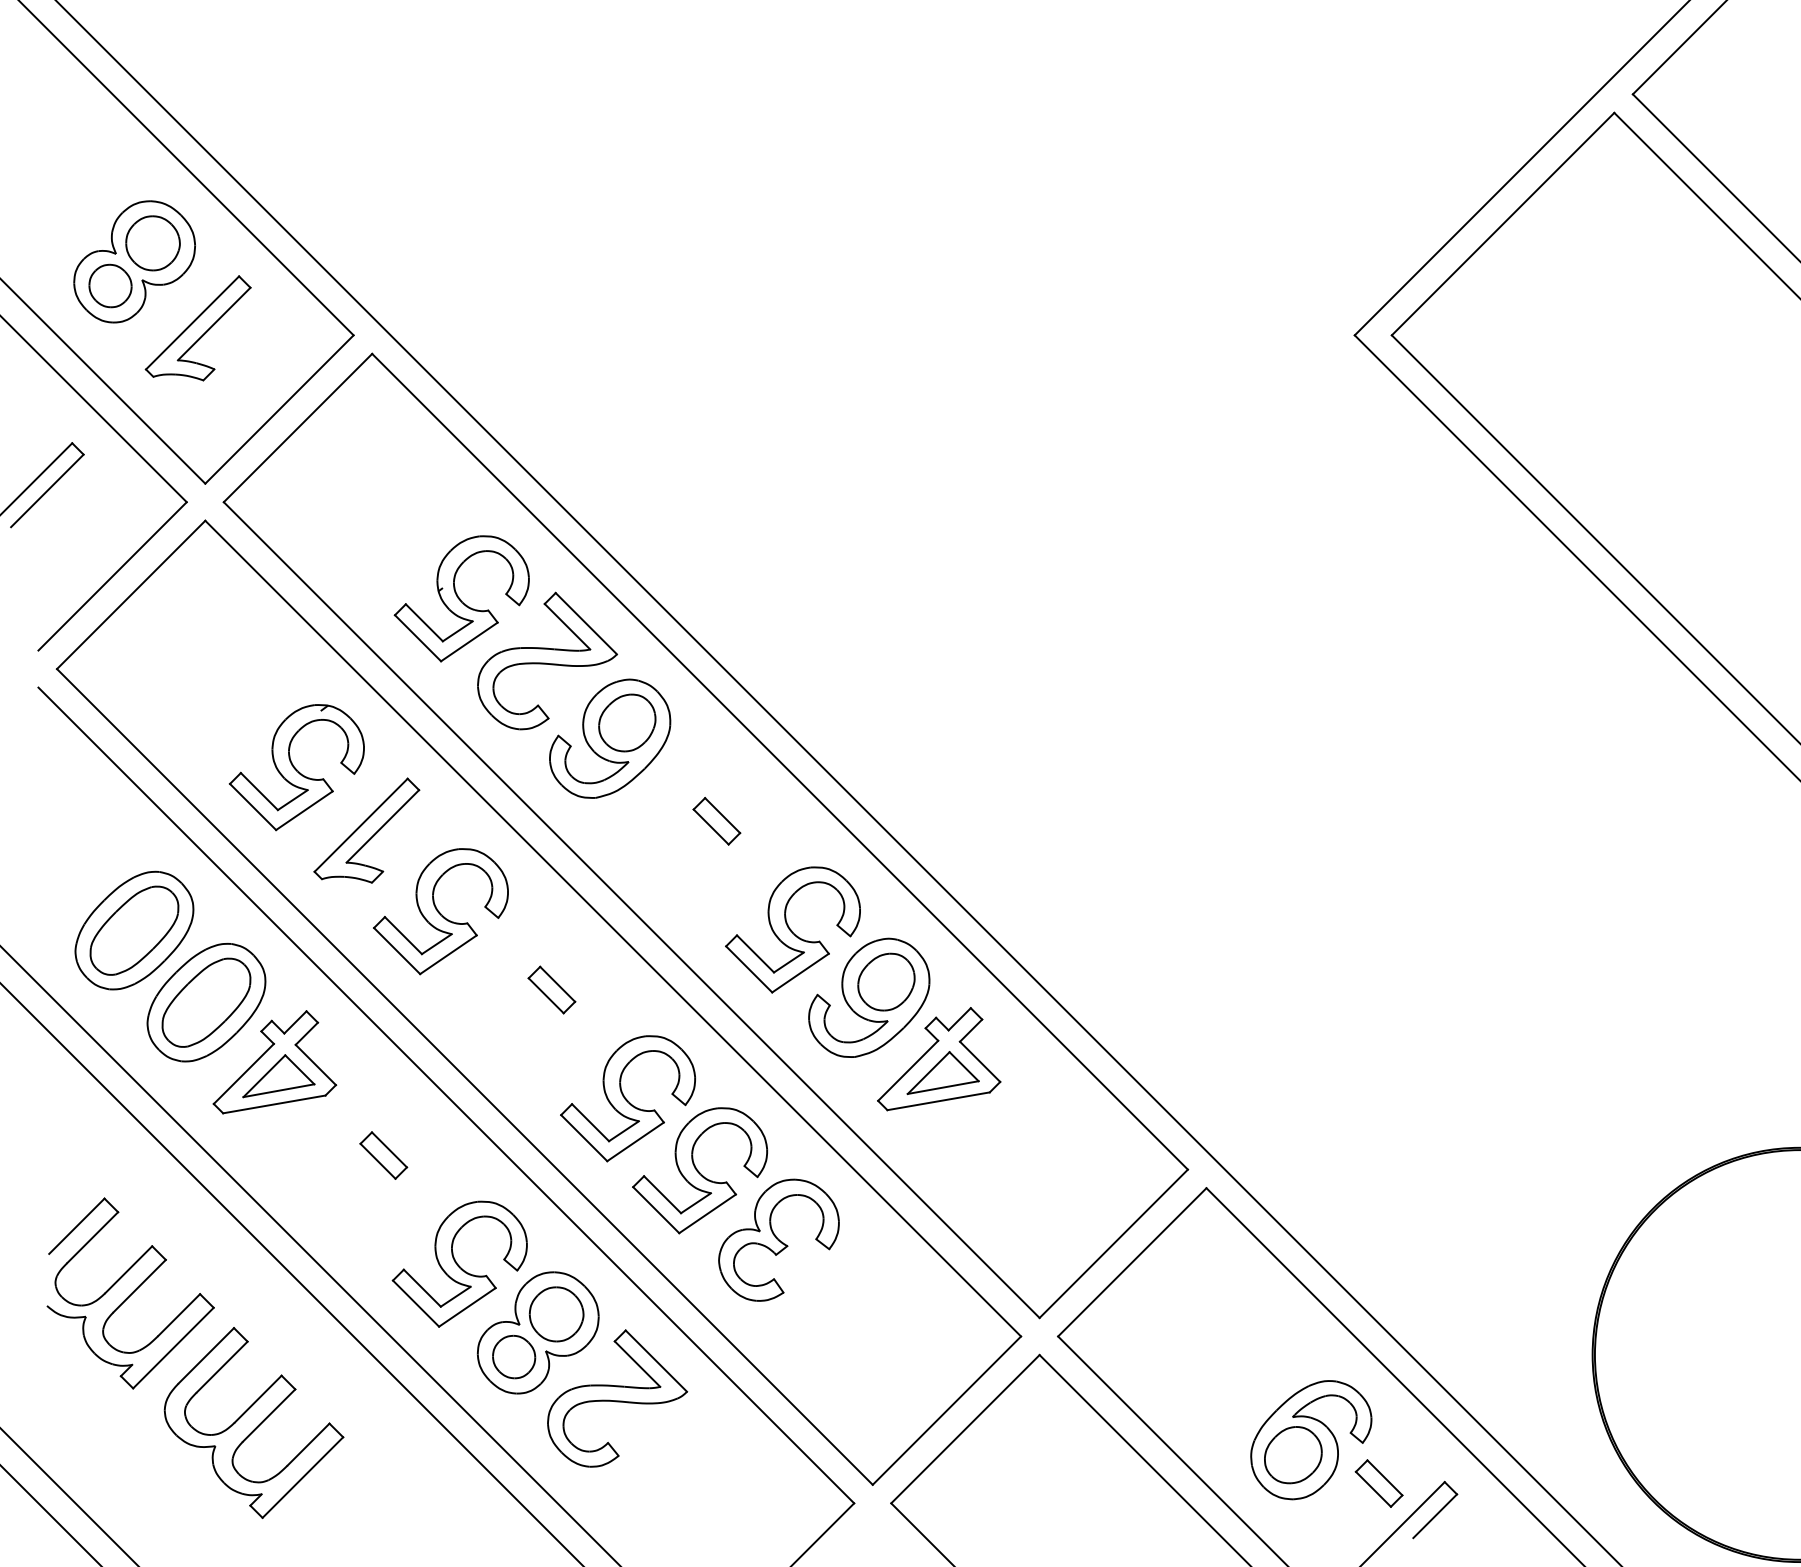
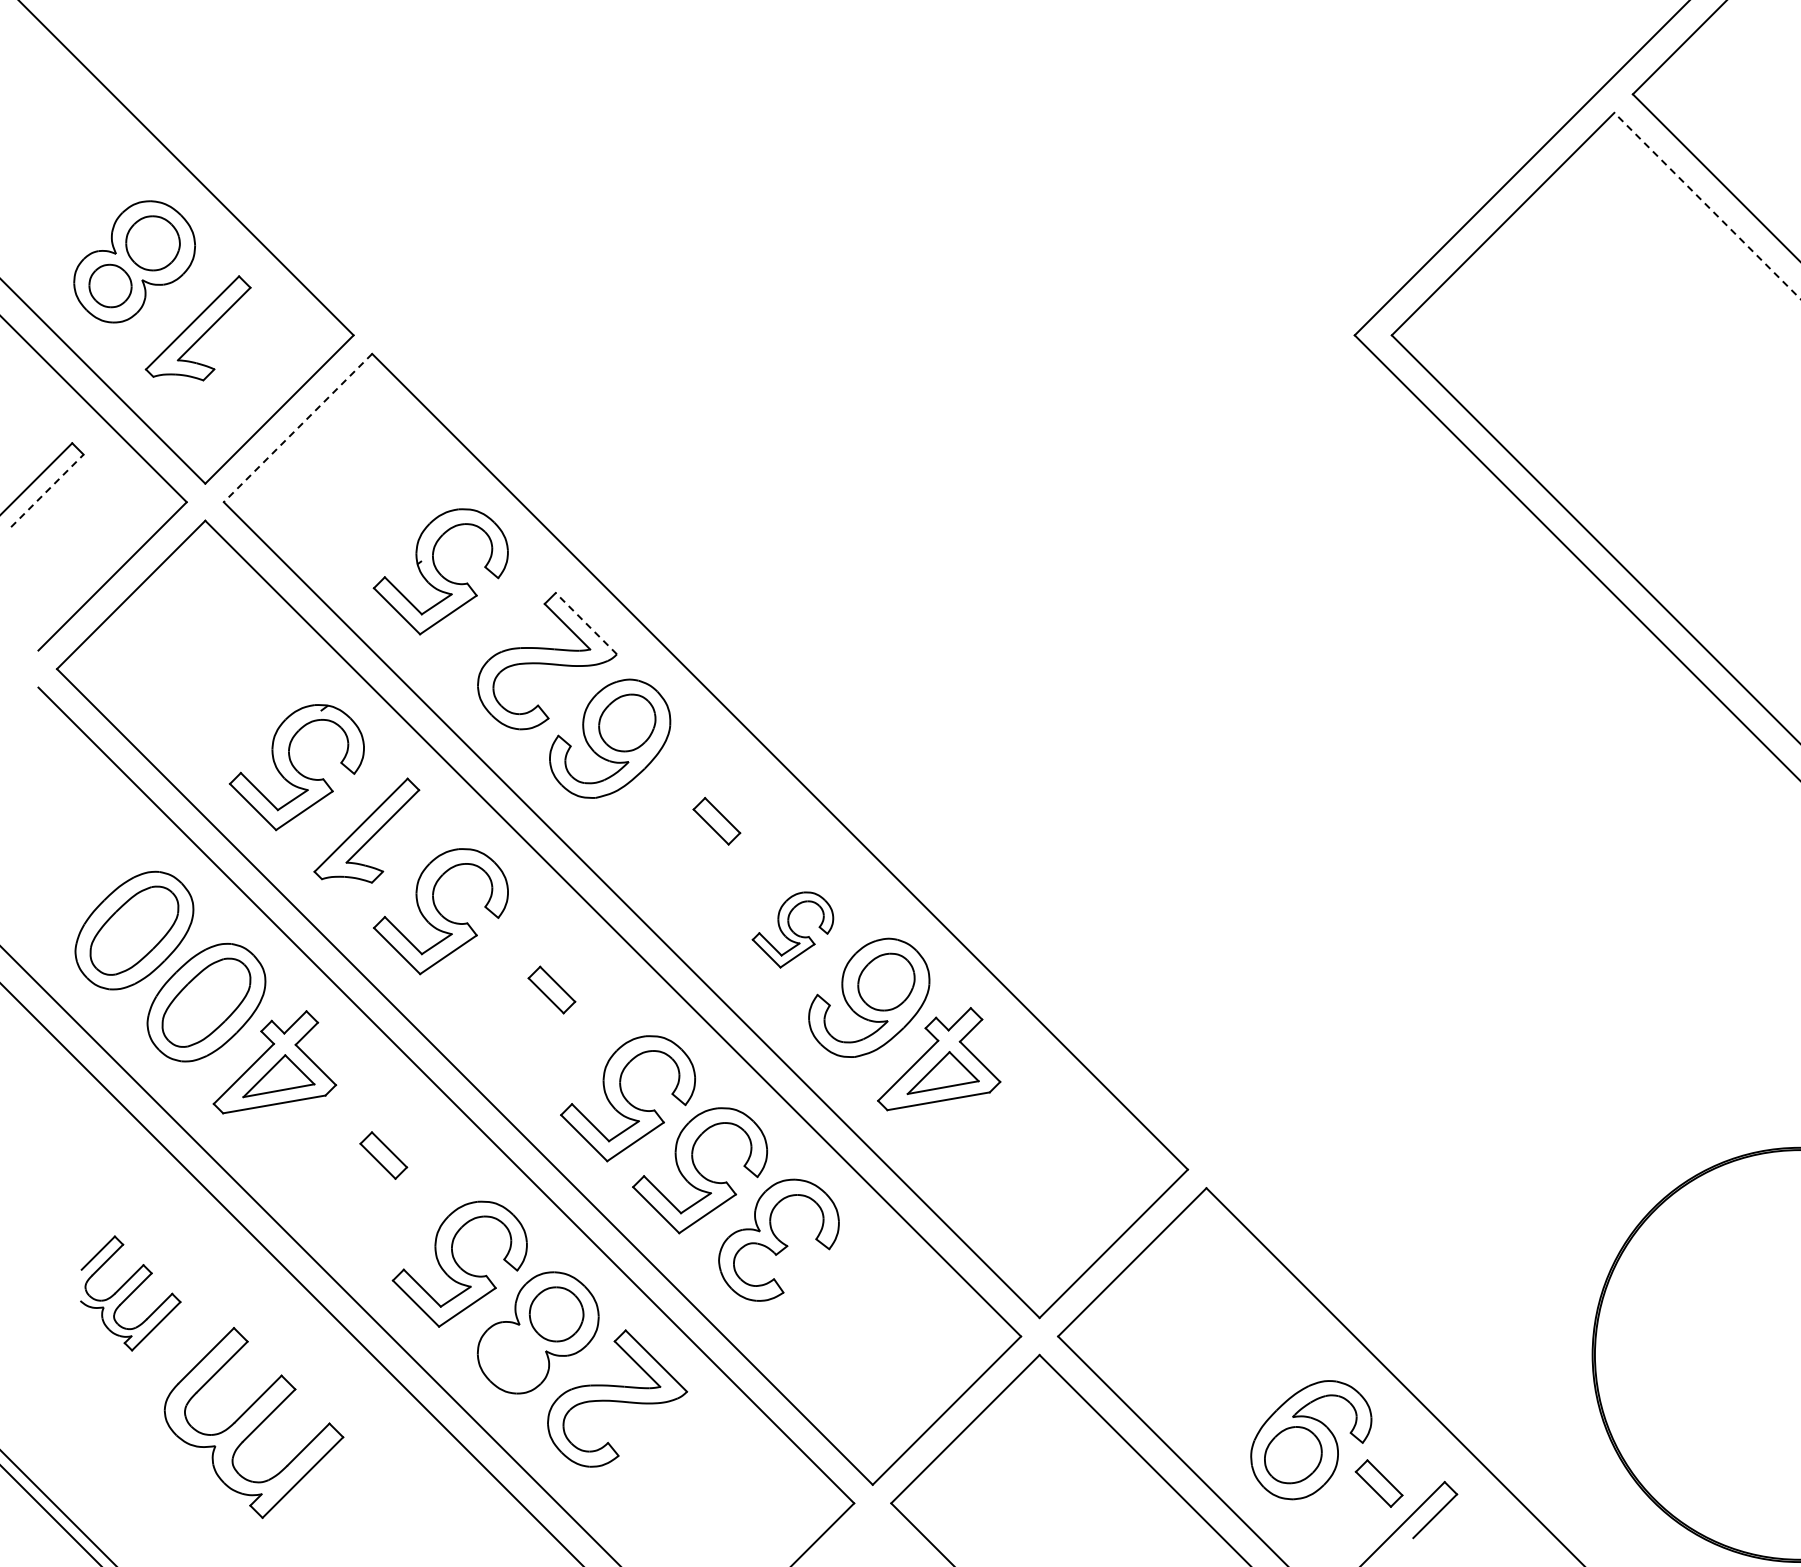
line at (1707, 206): solid -> dashed
line at (298, 428): solid -> dashed
line at (47, 490): solid -> dashed
part at (461, 598) position: (461, 598) -> (440, 571)
line at (586, 623): solid -> dashed
line at (837, 782): present -> none
part at (792, 929) size: 136x128 px -> 84x78 px
part at (130, 1293) size: 169x193 px -> 102x117 px
part at (514, 1356): present -> none
line at (68, 1496) position: (68, 1496) -> (57, 1507)
